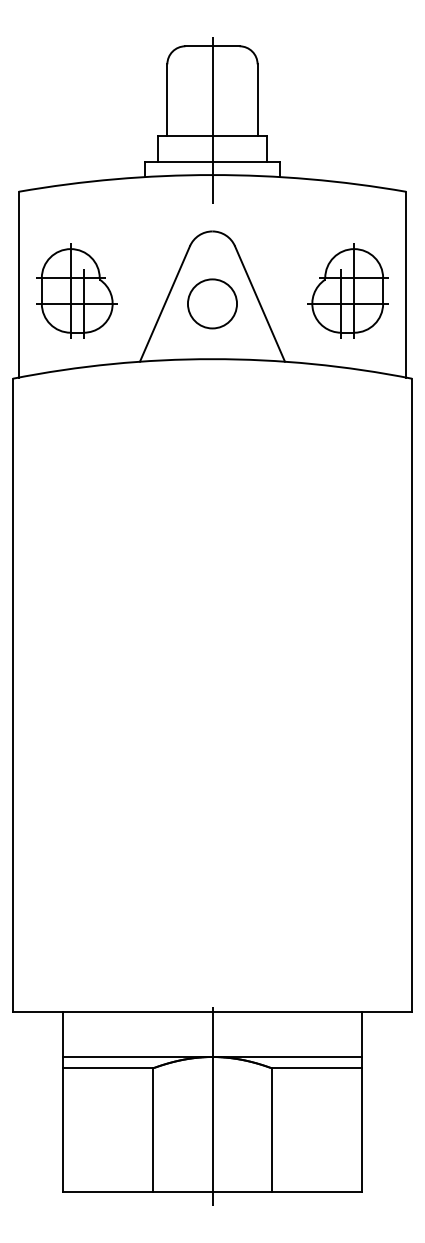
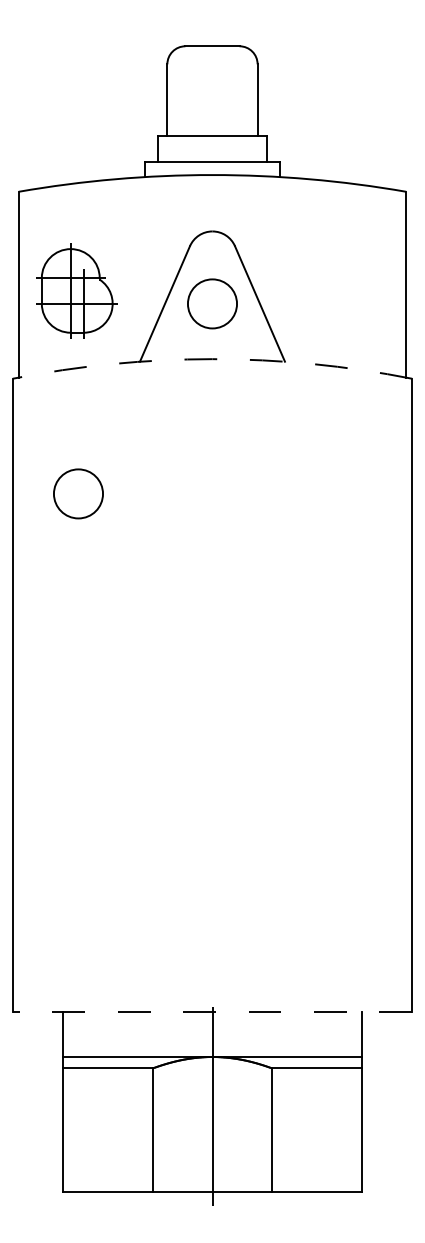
line at (212, 120): present -> none
part at (347, 290): present -> none
arc at (212, 359): solid -> dashed
circle at (78, 493): none -> present
line at (212, 1011): solid -> dashed
